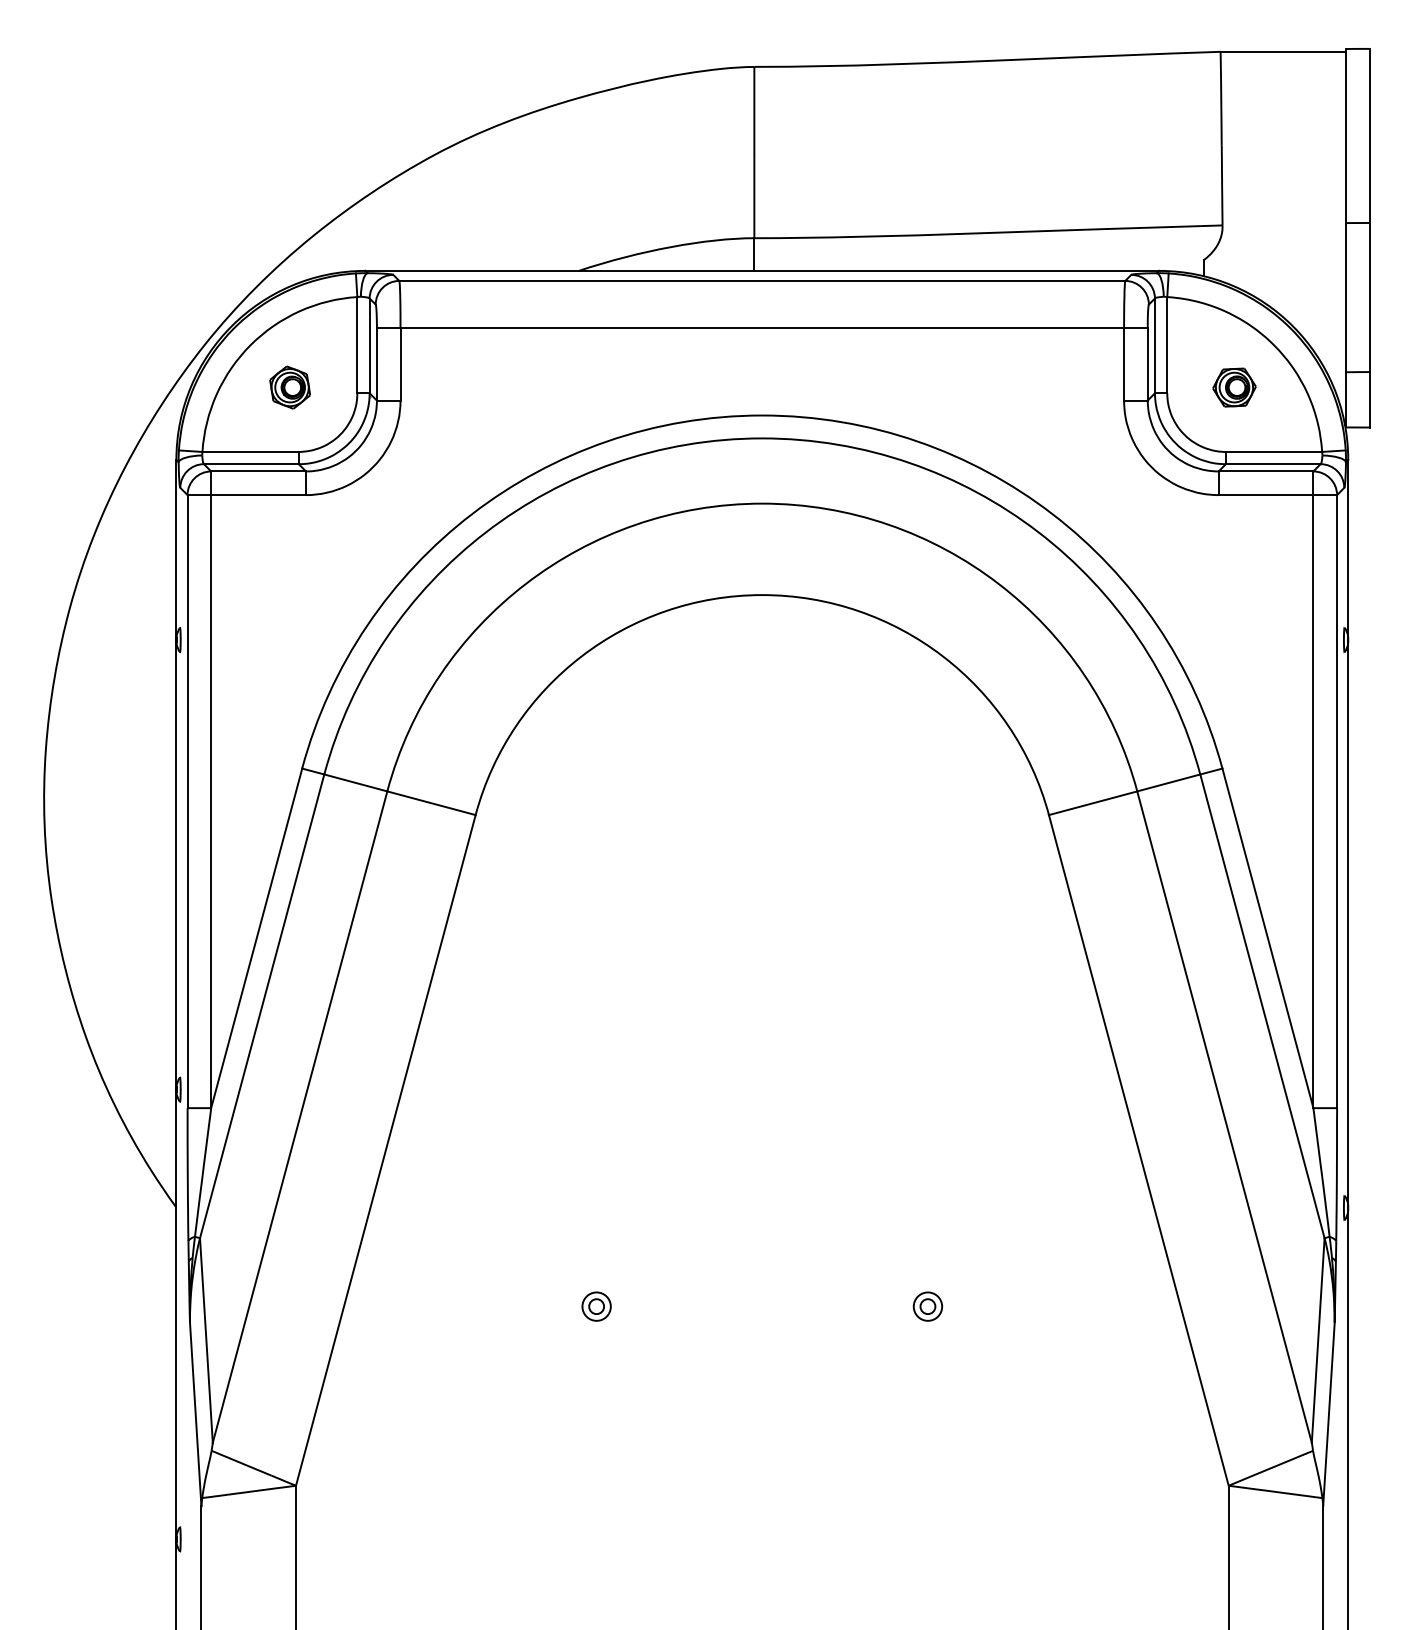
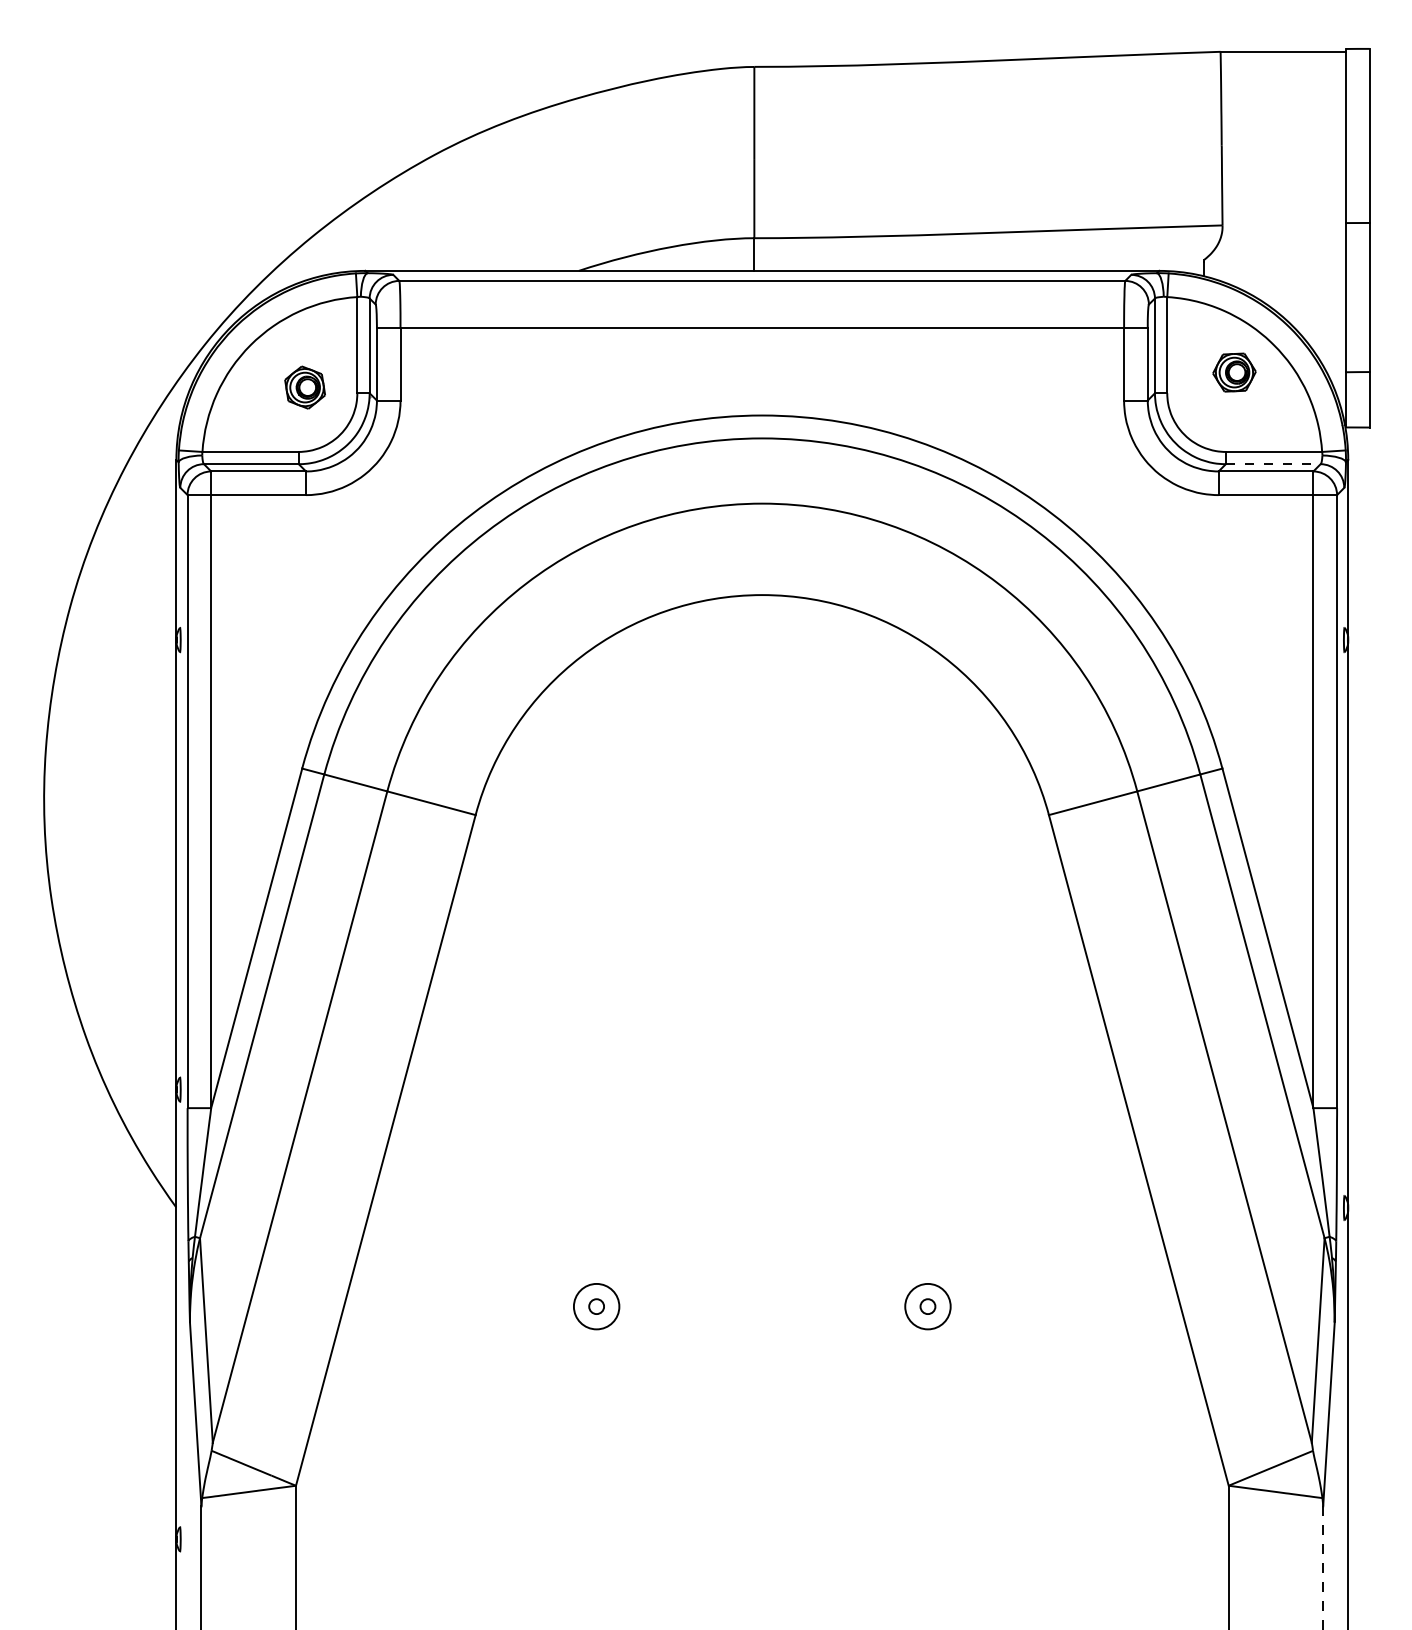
part at (289, 387) position: (289, 387) -> (304, 387)
part at (1234, 387) position: (1234, 387) -> (1234, 372)
line at (1273, 464): solid -> dashed
circle at (596, 1306) diameter: 28 px -> 45 px
circle at (927, 1306) diameter: 28 px -> 45 px
line at (1323, 1568): solid -> dashed
